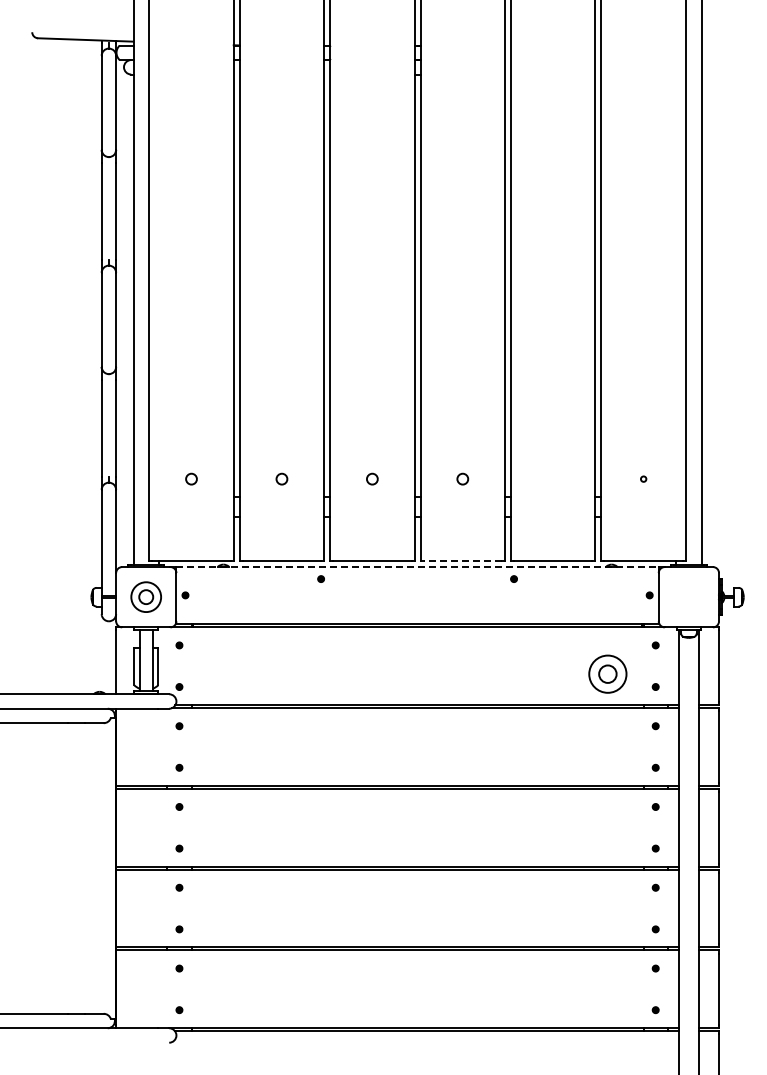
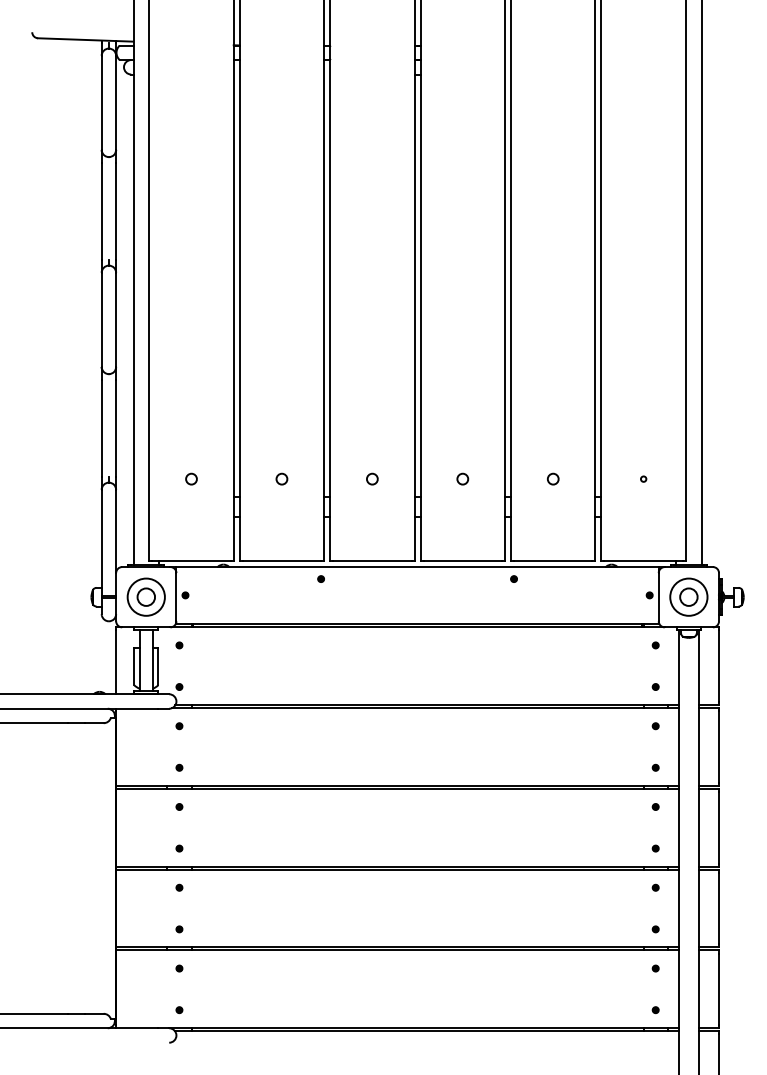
circle at (553, 478): none -> present
line at (462, 561): dashed -> solid
line at (418, 567): dashed -> solid
part at (145, 596) size: 32x32 px -> 40x40 px
part at (607, 673) position: (607, 673) -> (688, 596)
